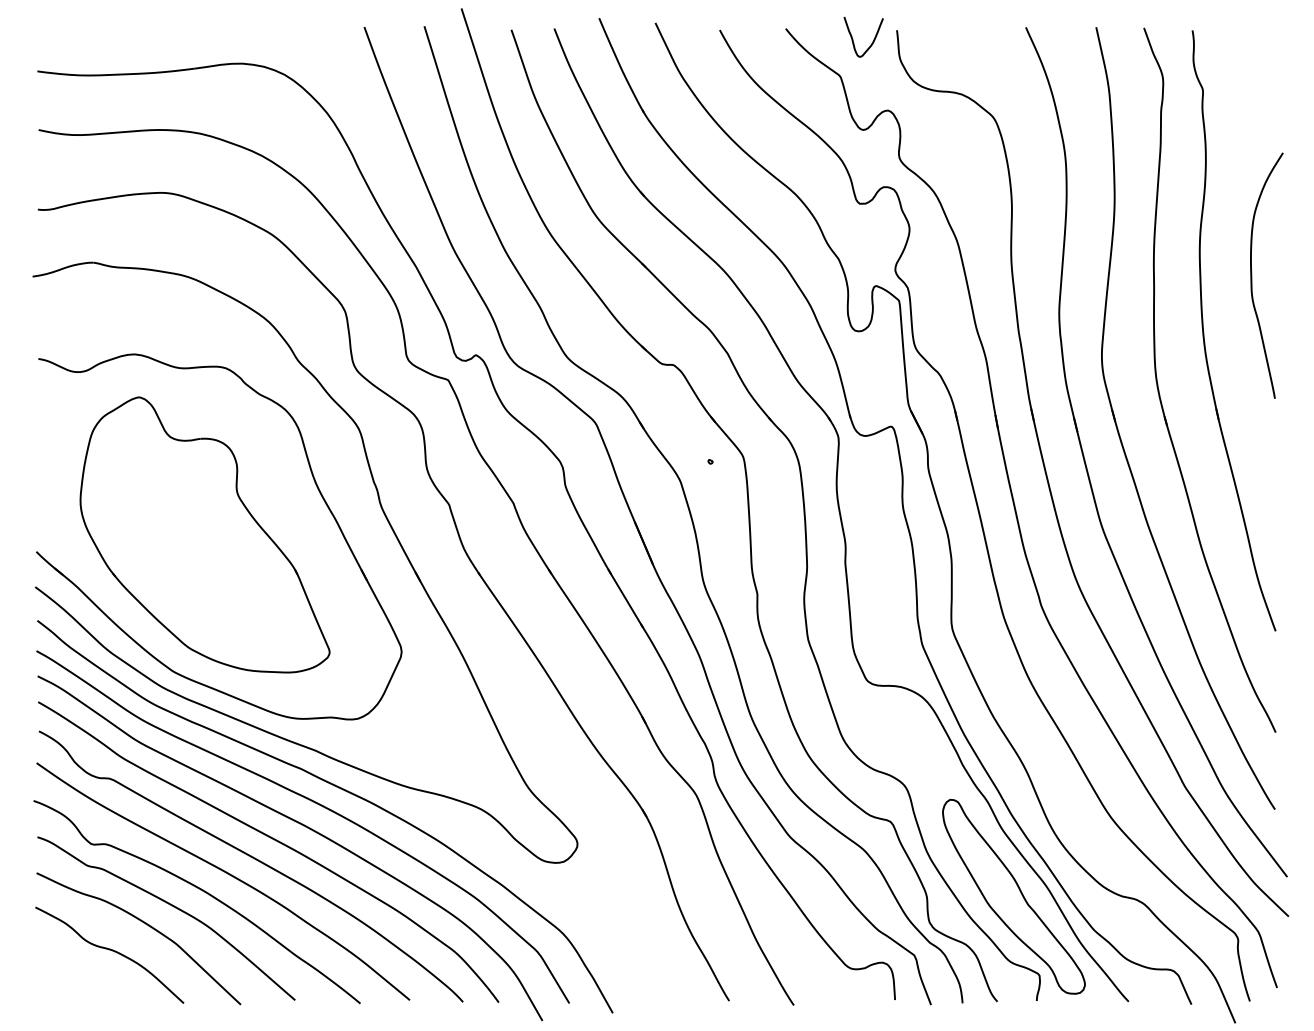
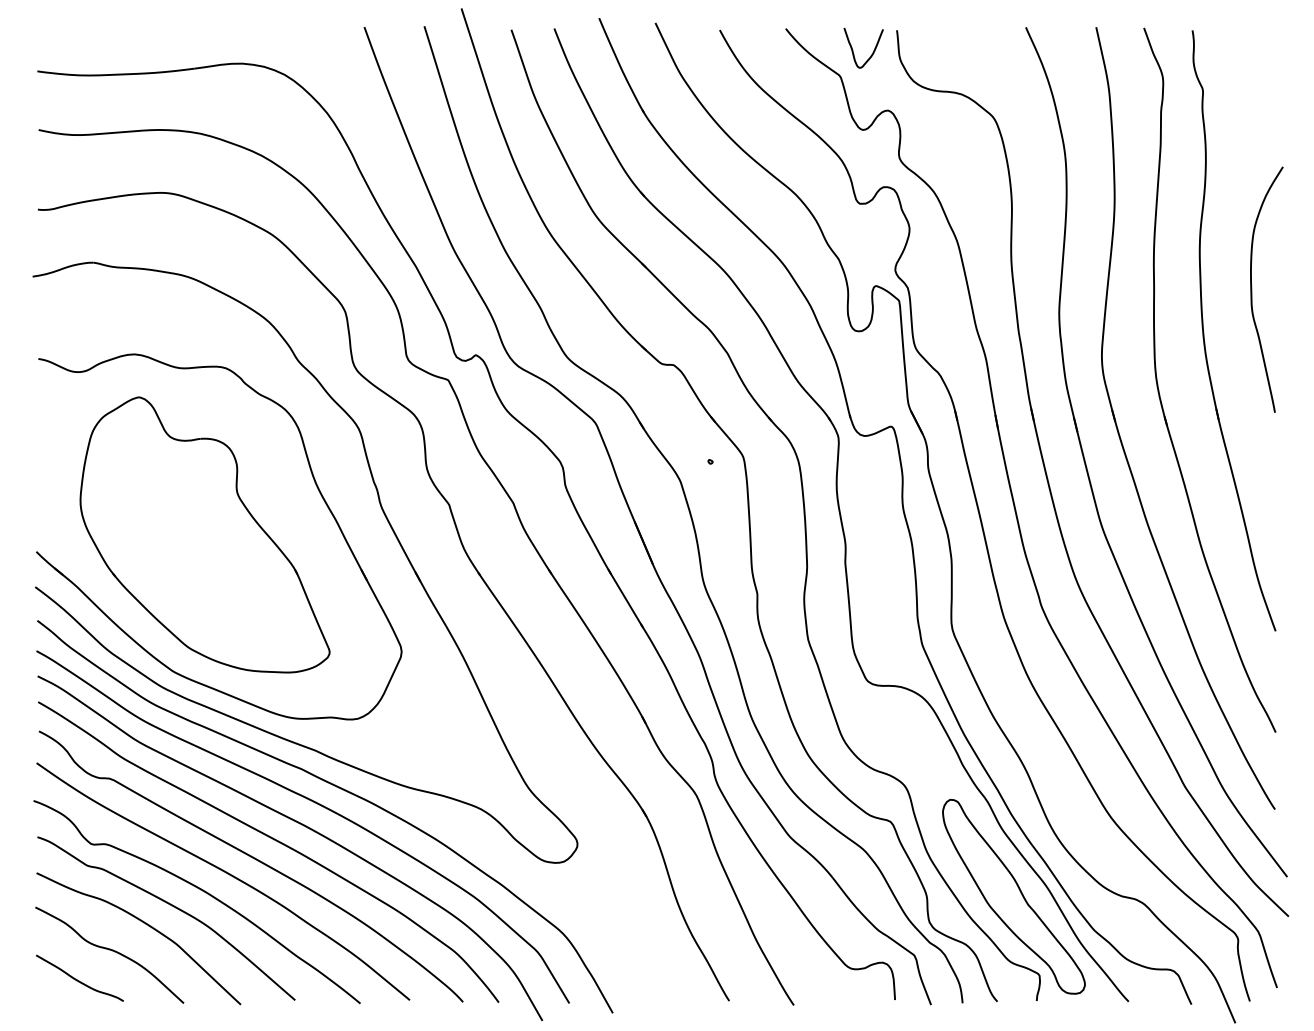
curve at (872, 41) position: (872, 41) -> (872, 52)
curve at (1252, 275) position: (1252, 275) -> (1252, 289)
curve at (77, 979): none -> present
